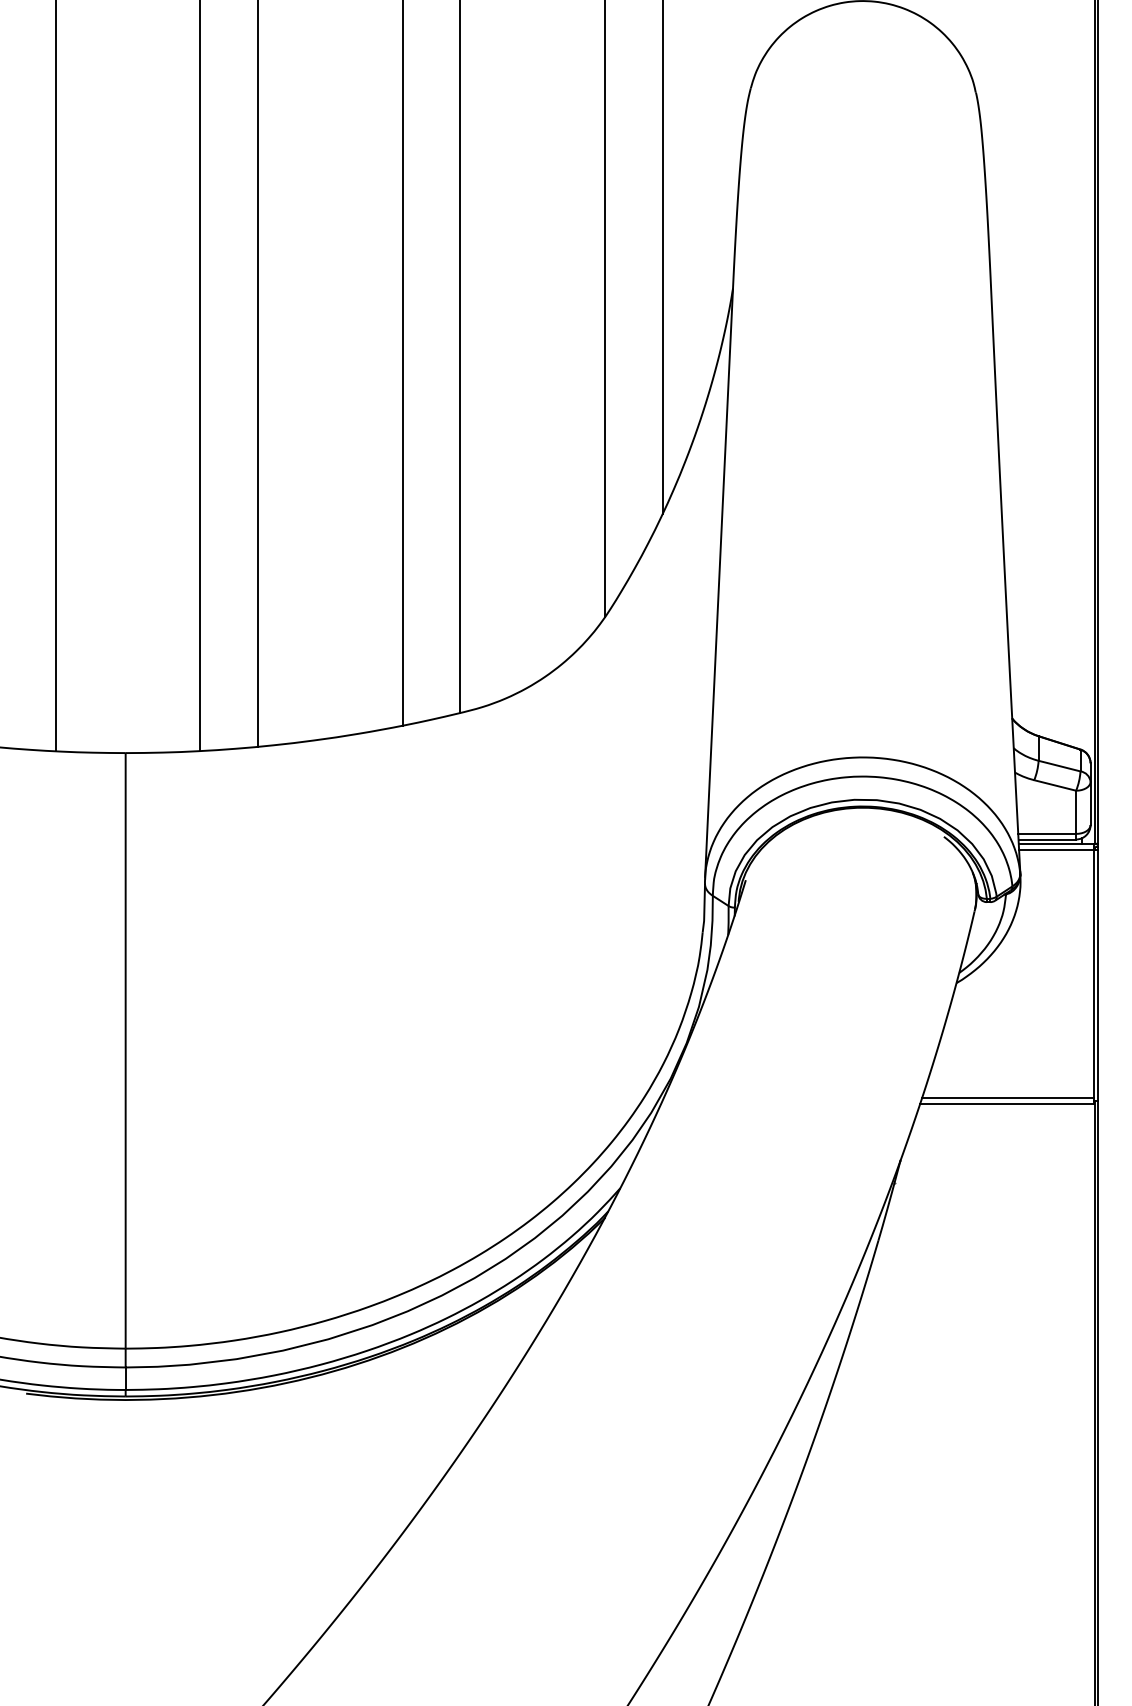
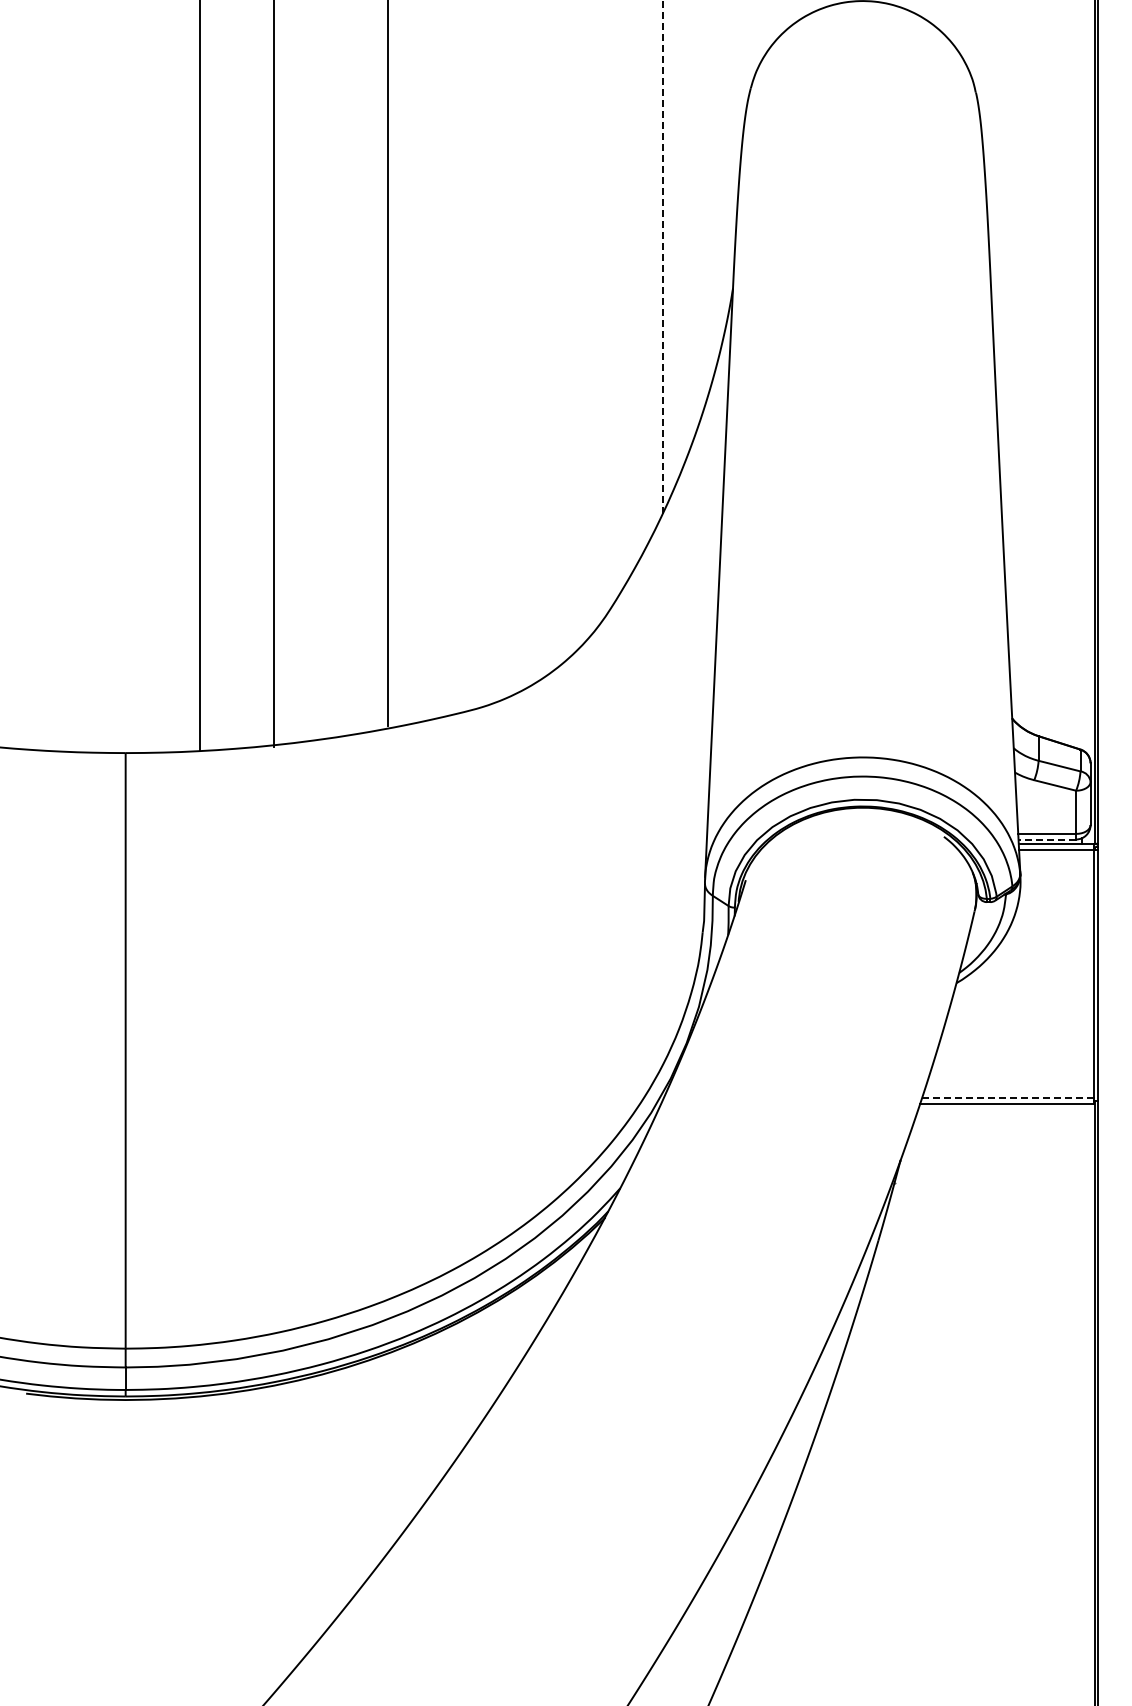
line at (662, 256): solid -> dashed
line at (604, 309): present -> none
line at (460, 357): present -> none
line at (402, 363) position: (402, 363) -> (387, 363)
line at (257, 374) position: (257, 374) -> (273, 374)
line at (55, 376): present -> none
line at (1047, 839): solid -> dashed
line at (1008, 1098): solid -> dashed
